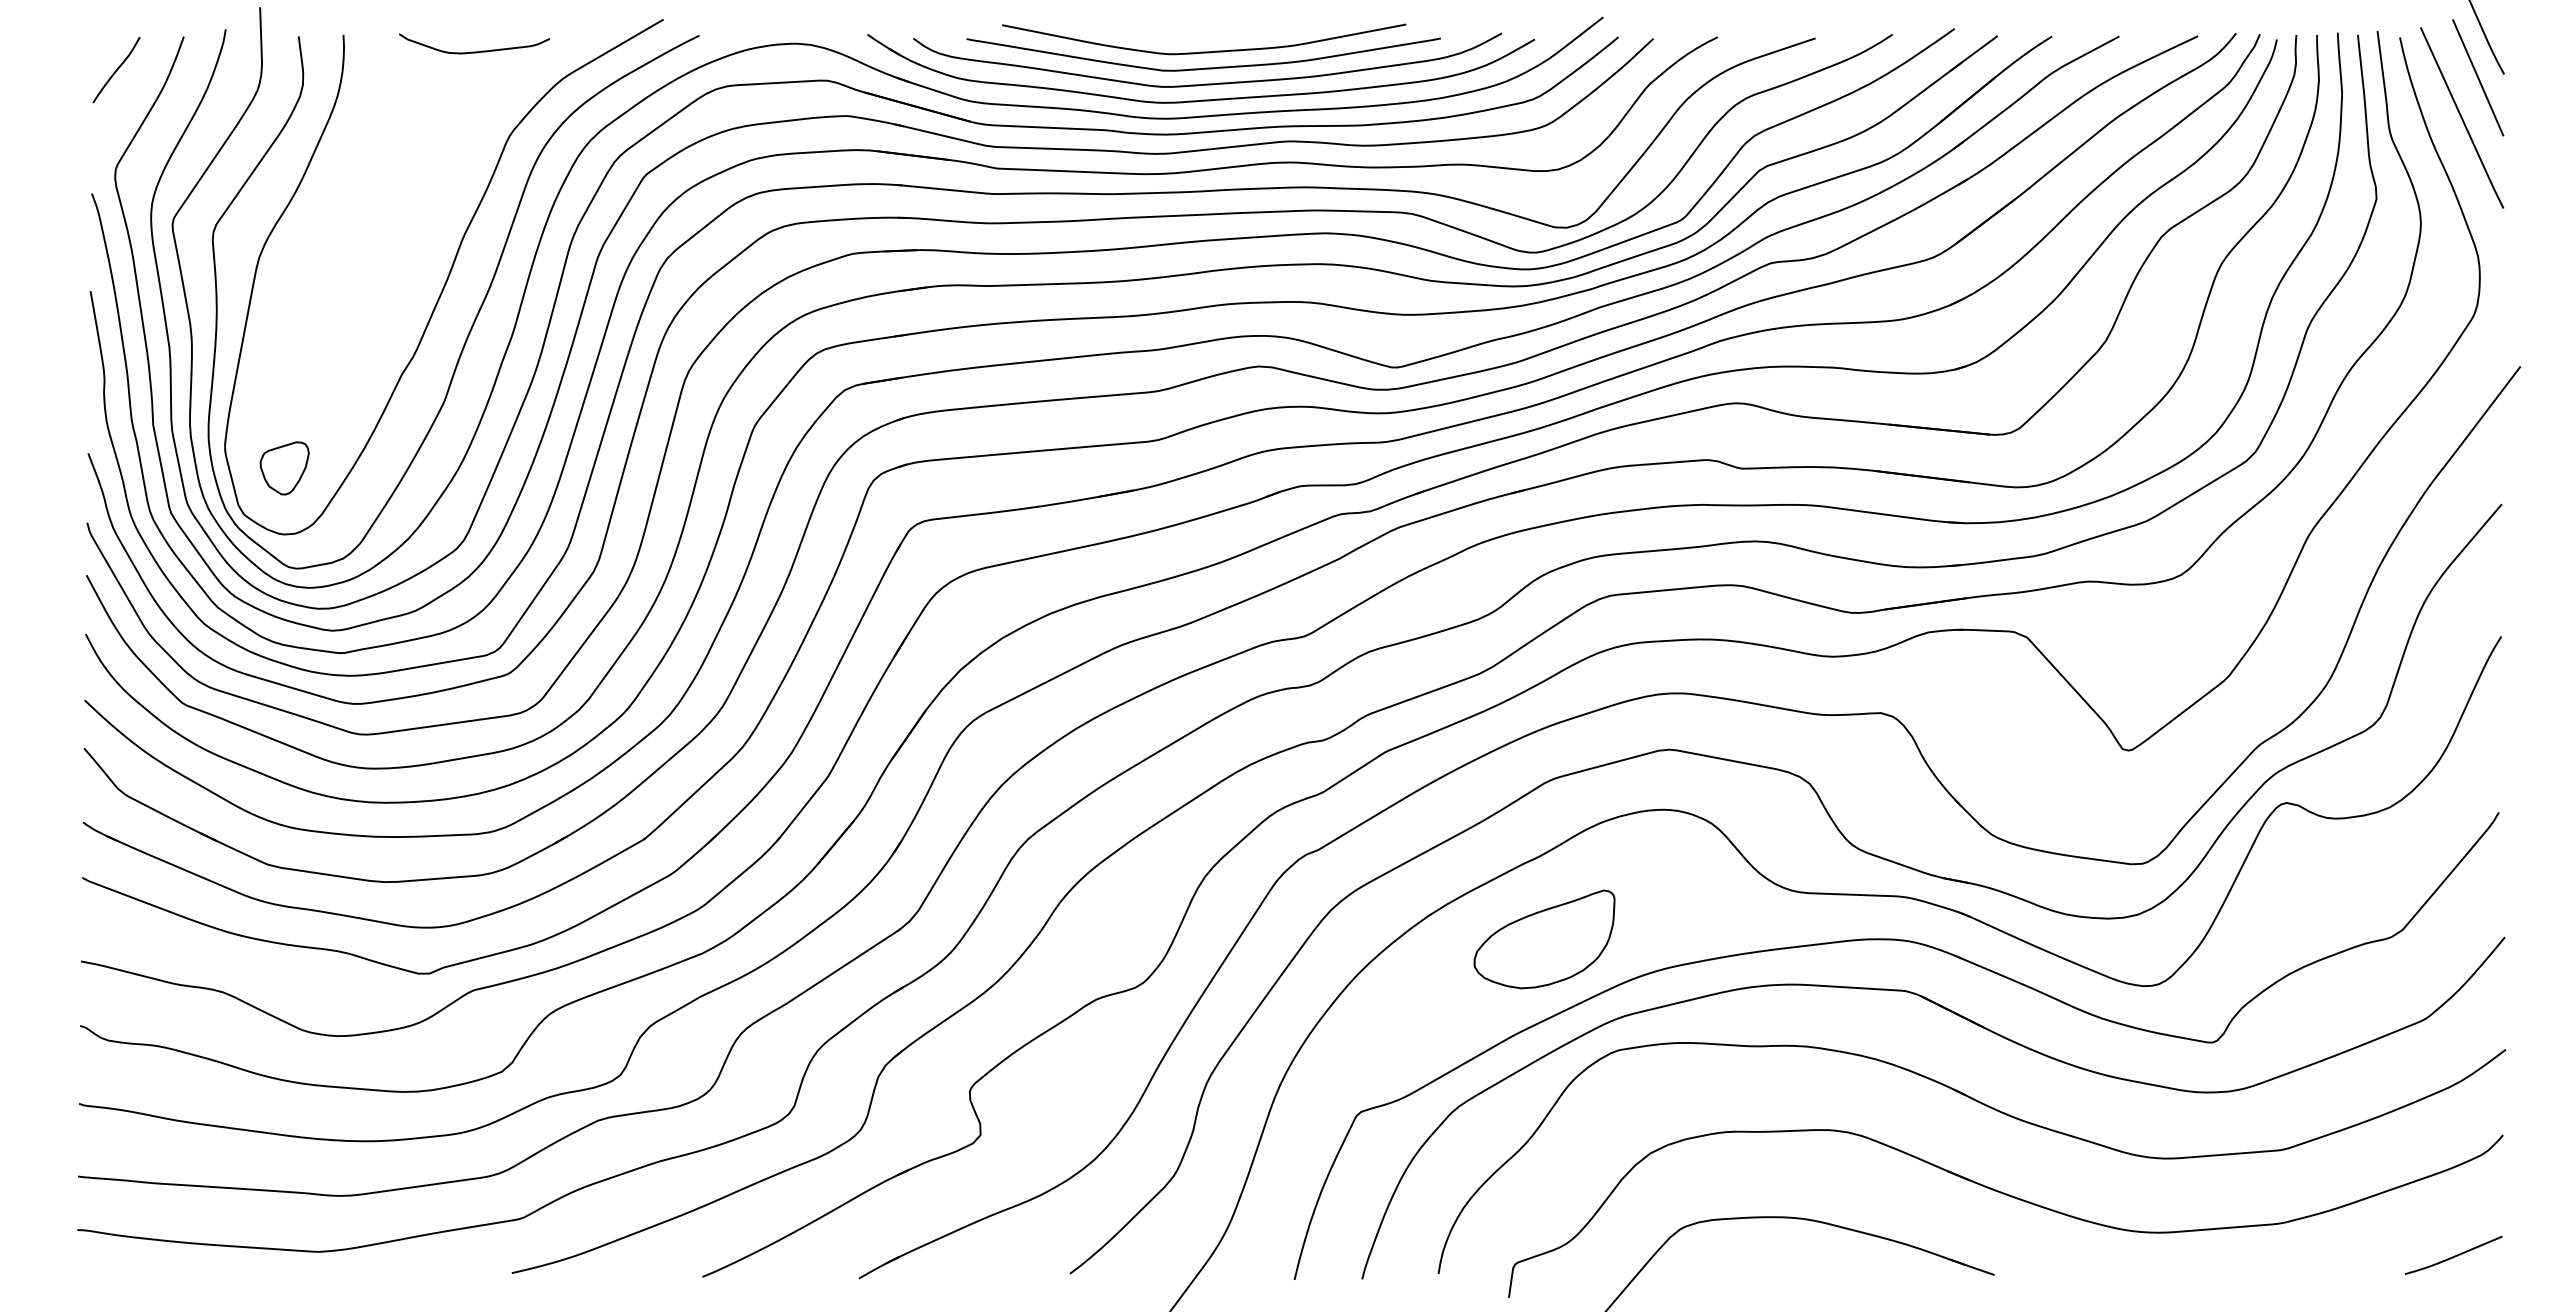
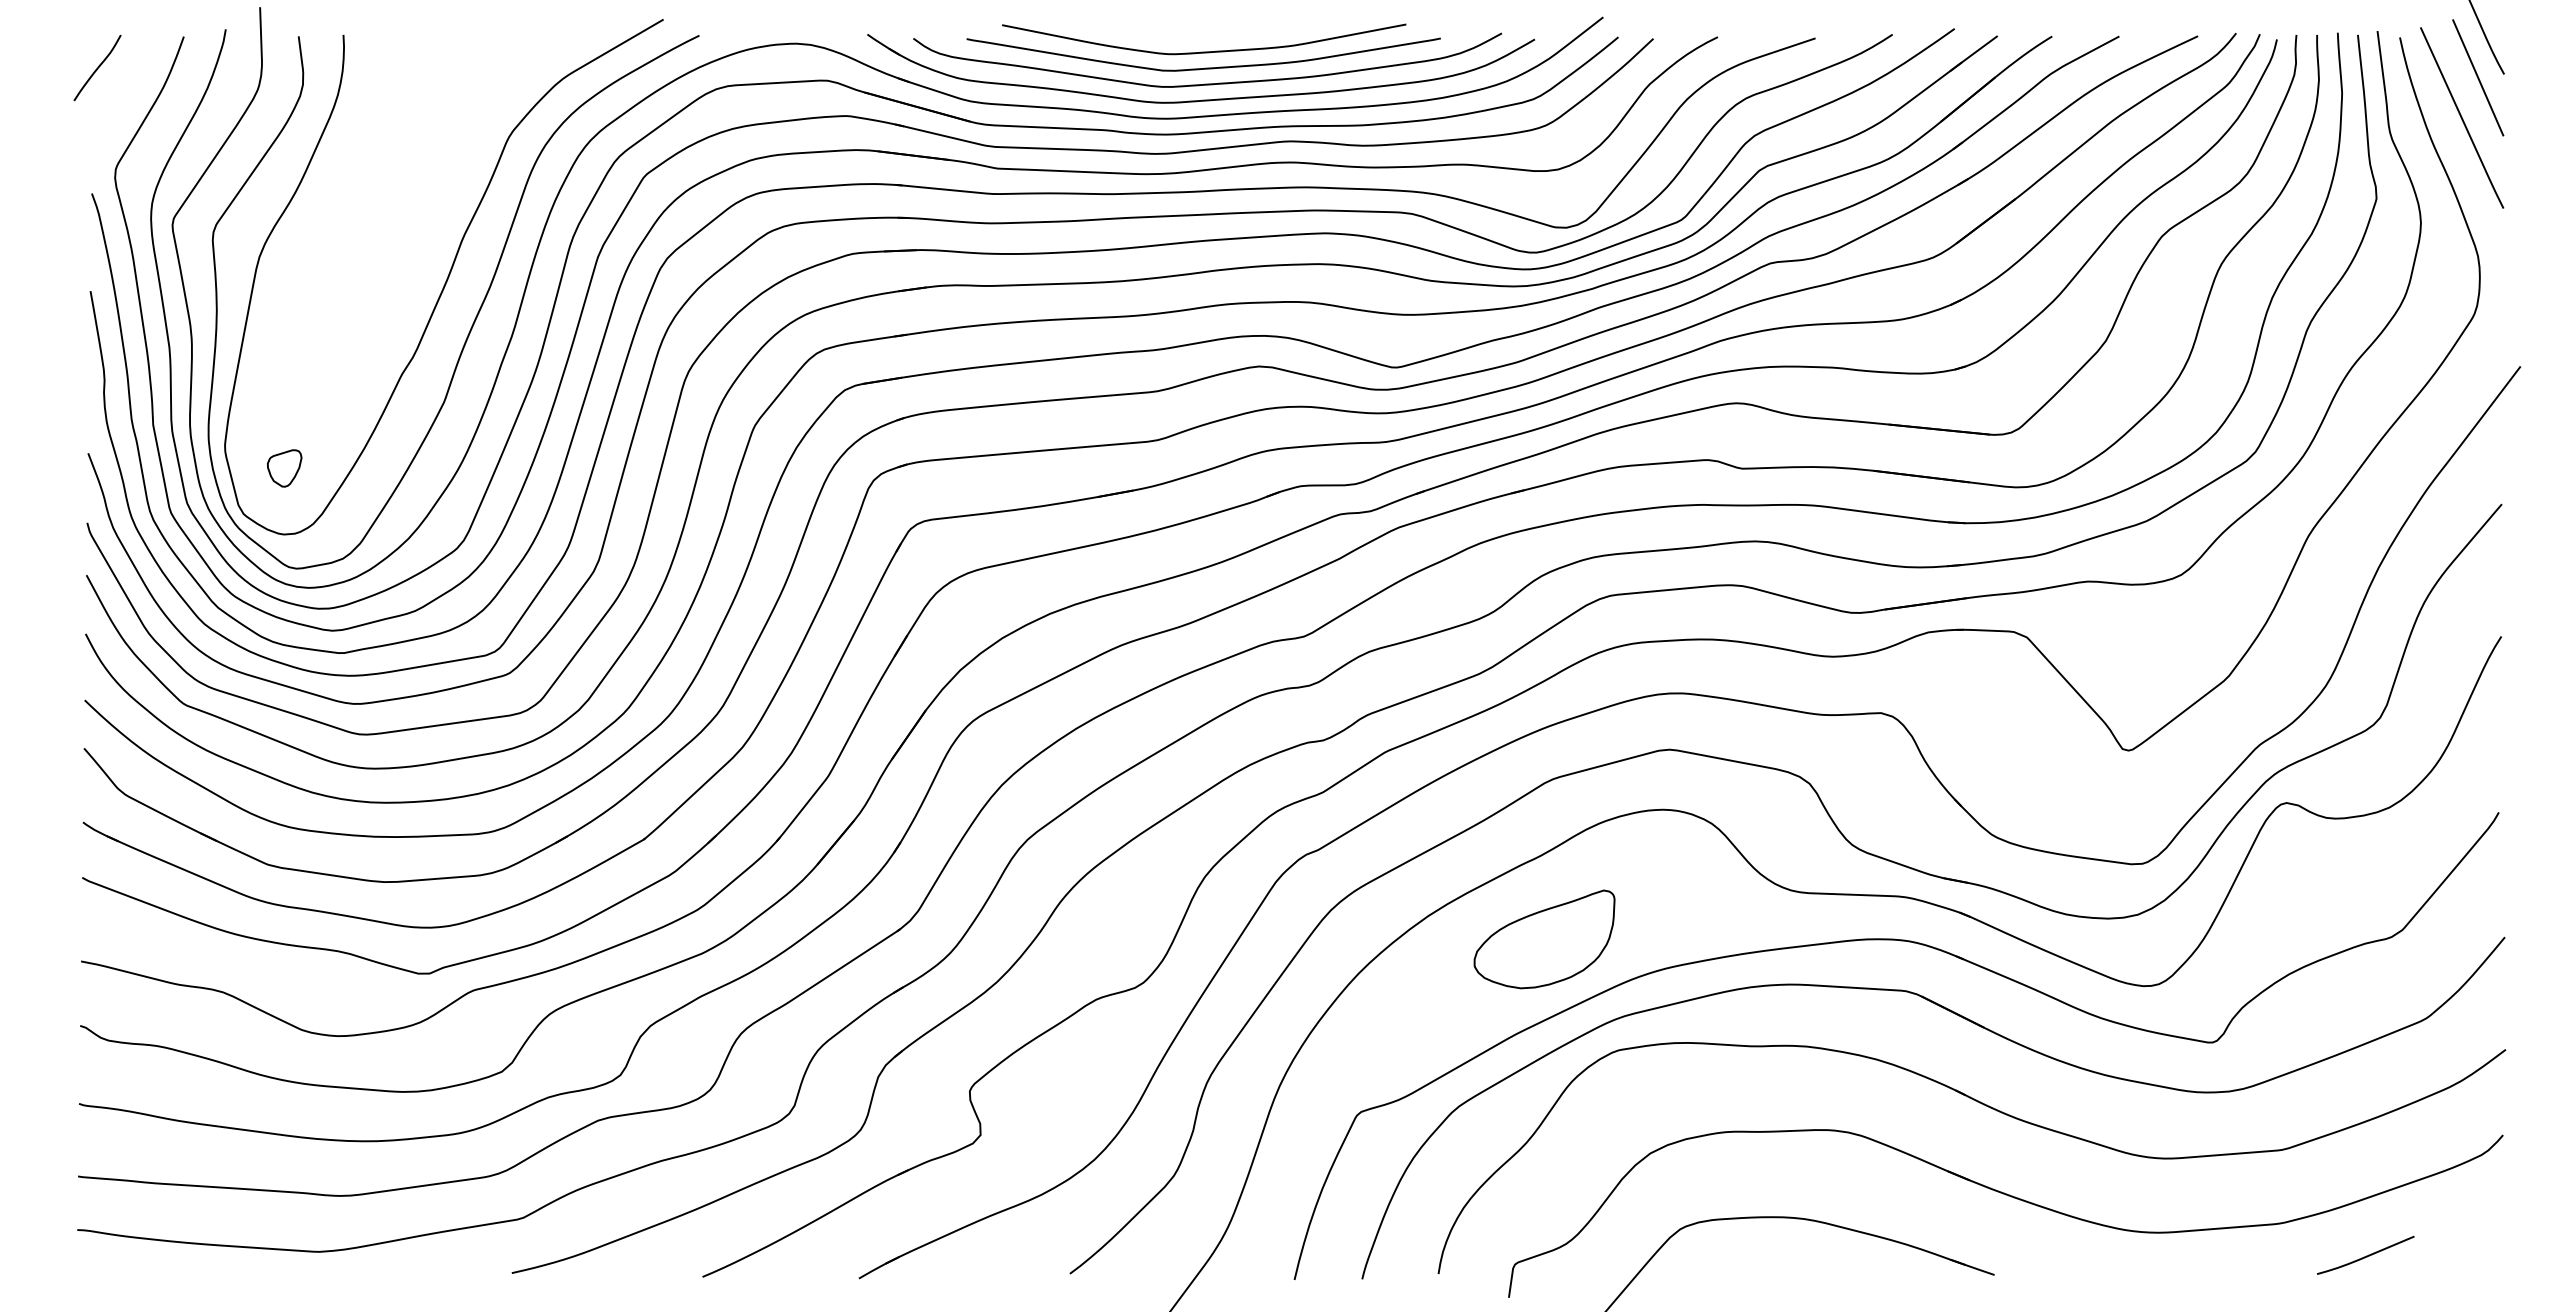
curve at (474, 51): present -> none
curve at (116, 69) position: (116, 69) -> (97, 67)
part at (284, 468) size: 51x55 px -> 36x39 px
curve at (2454, 1255) position: (2454, 1255) -> (2366, 1255)
